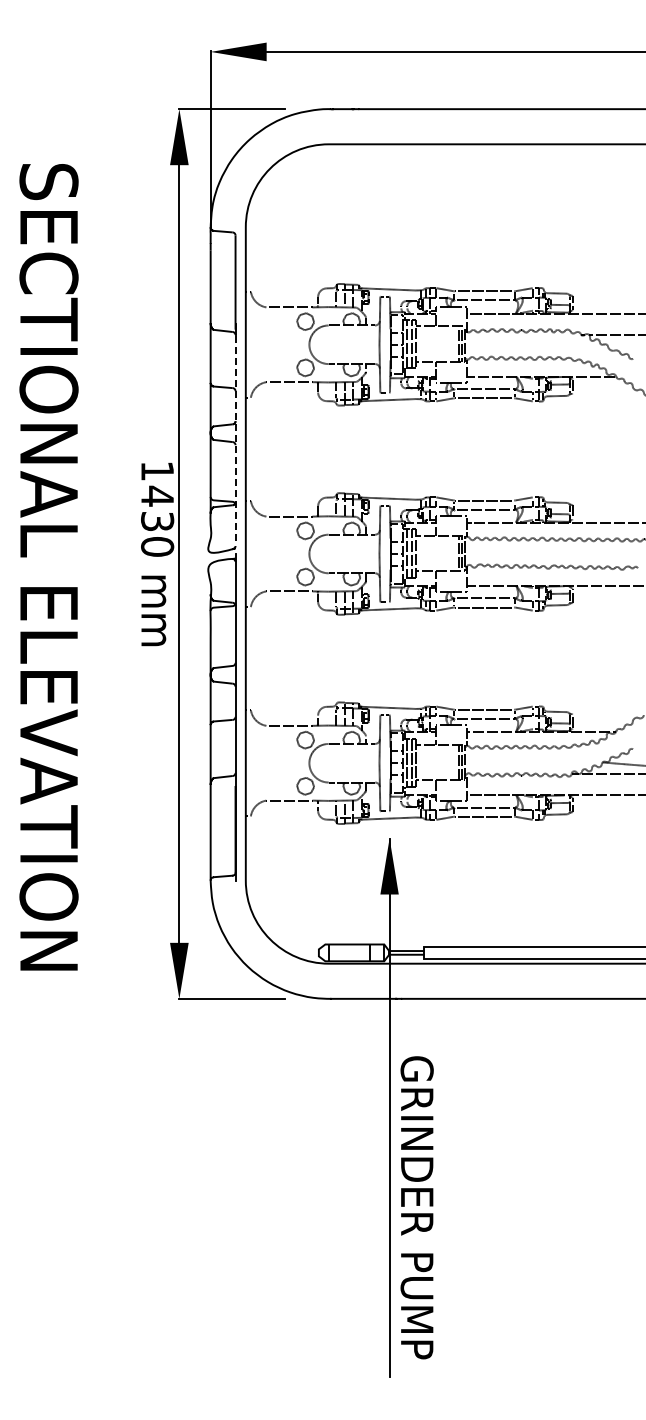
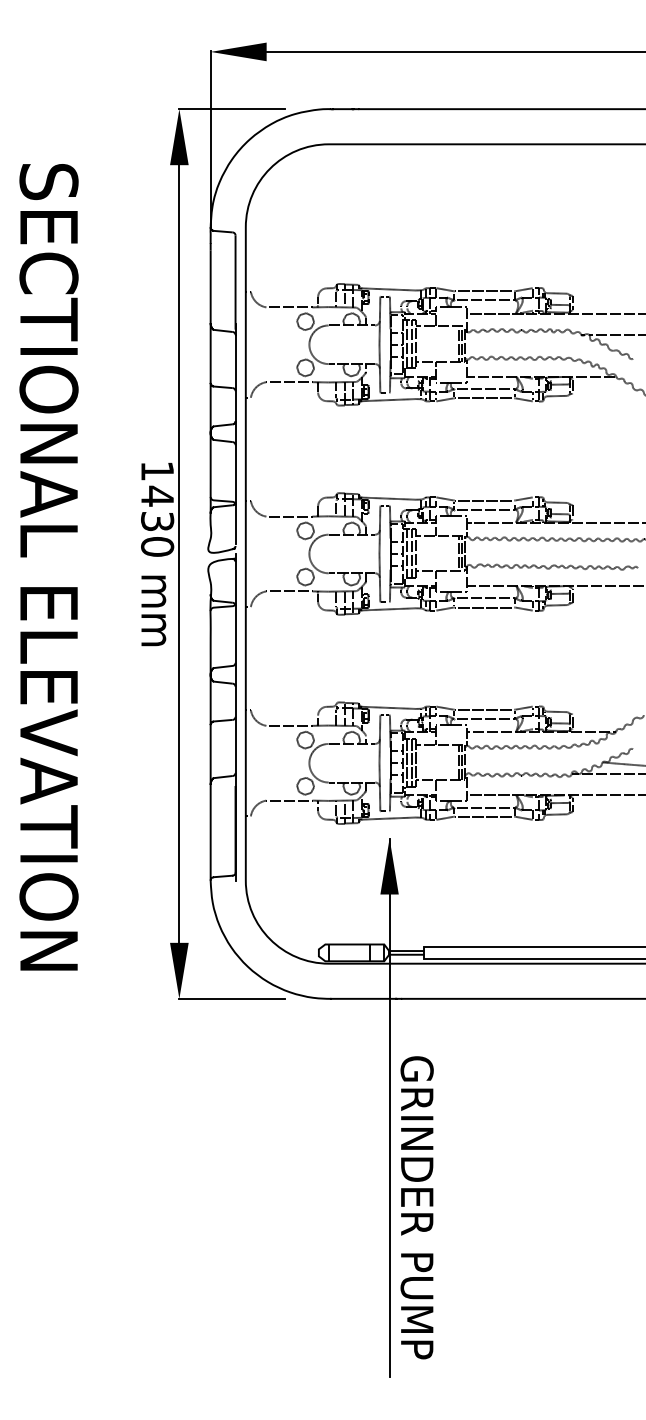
line at (235, 440): dashed -> solid
